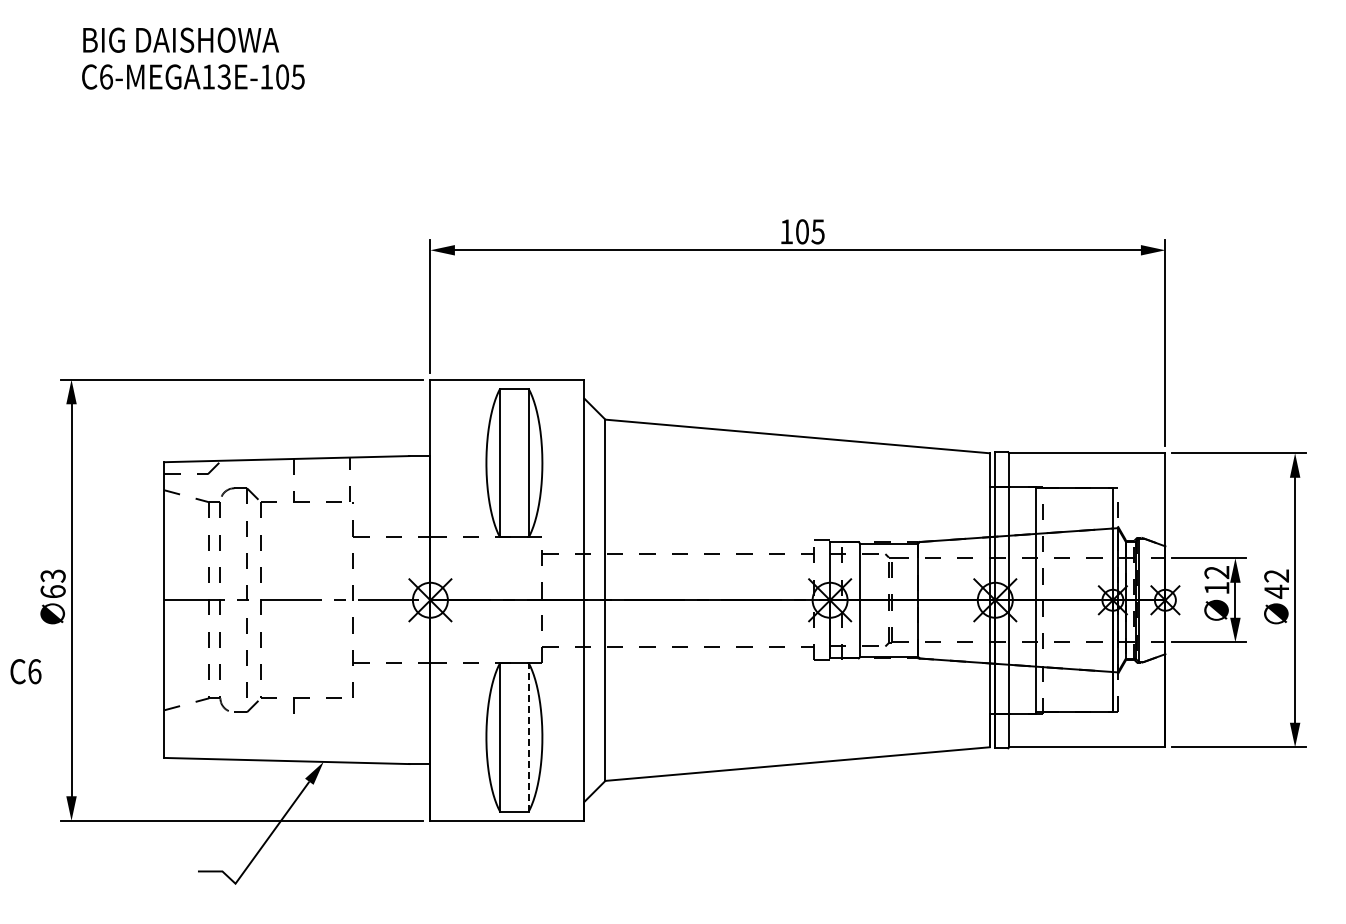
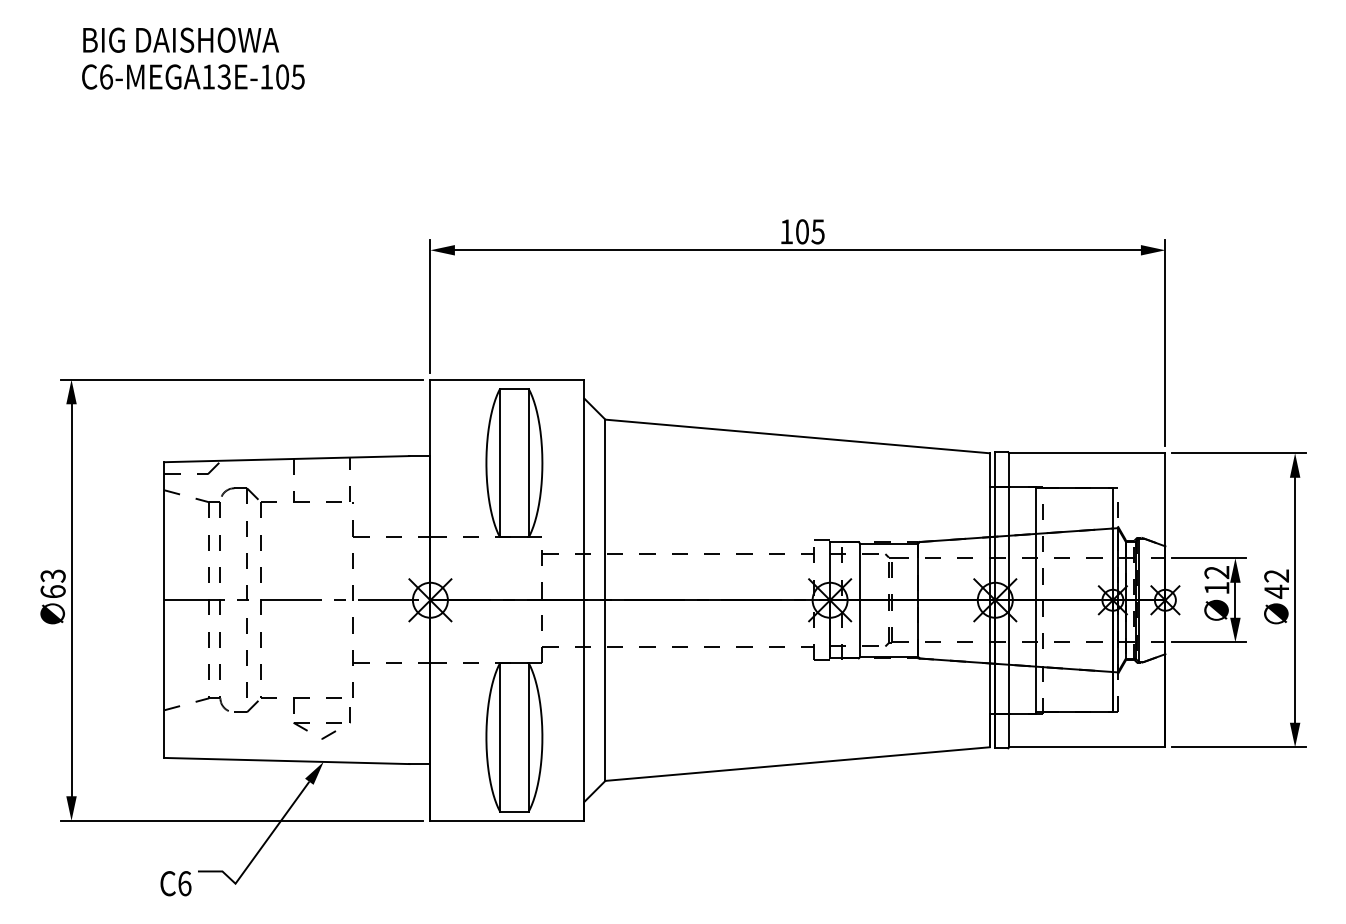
text at (25, 671) position: (25, 671) -> (175, 883)
part at (321, 723): none -> present
line at (528, 736): dashed -> solid
